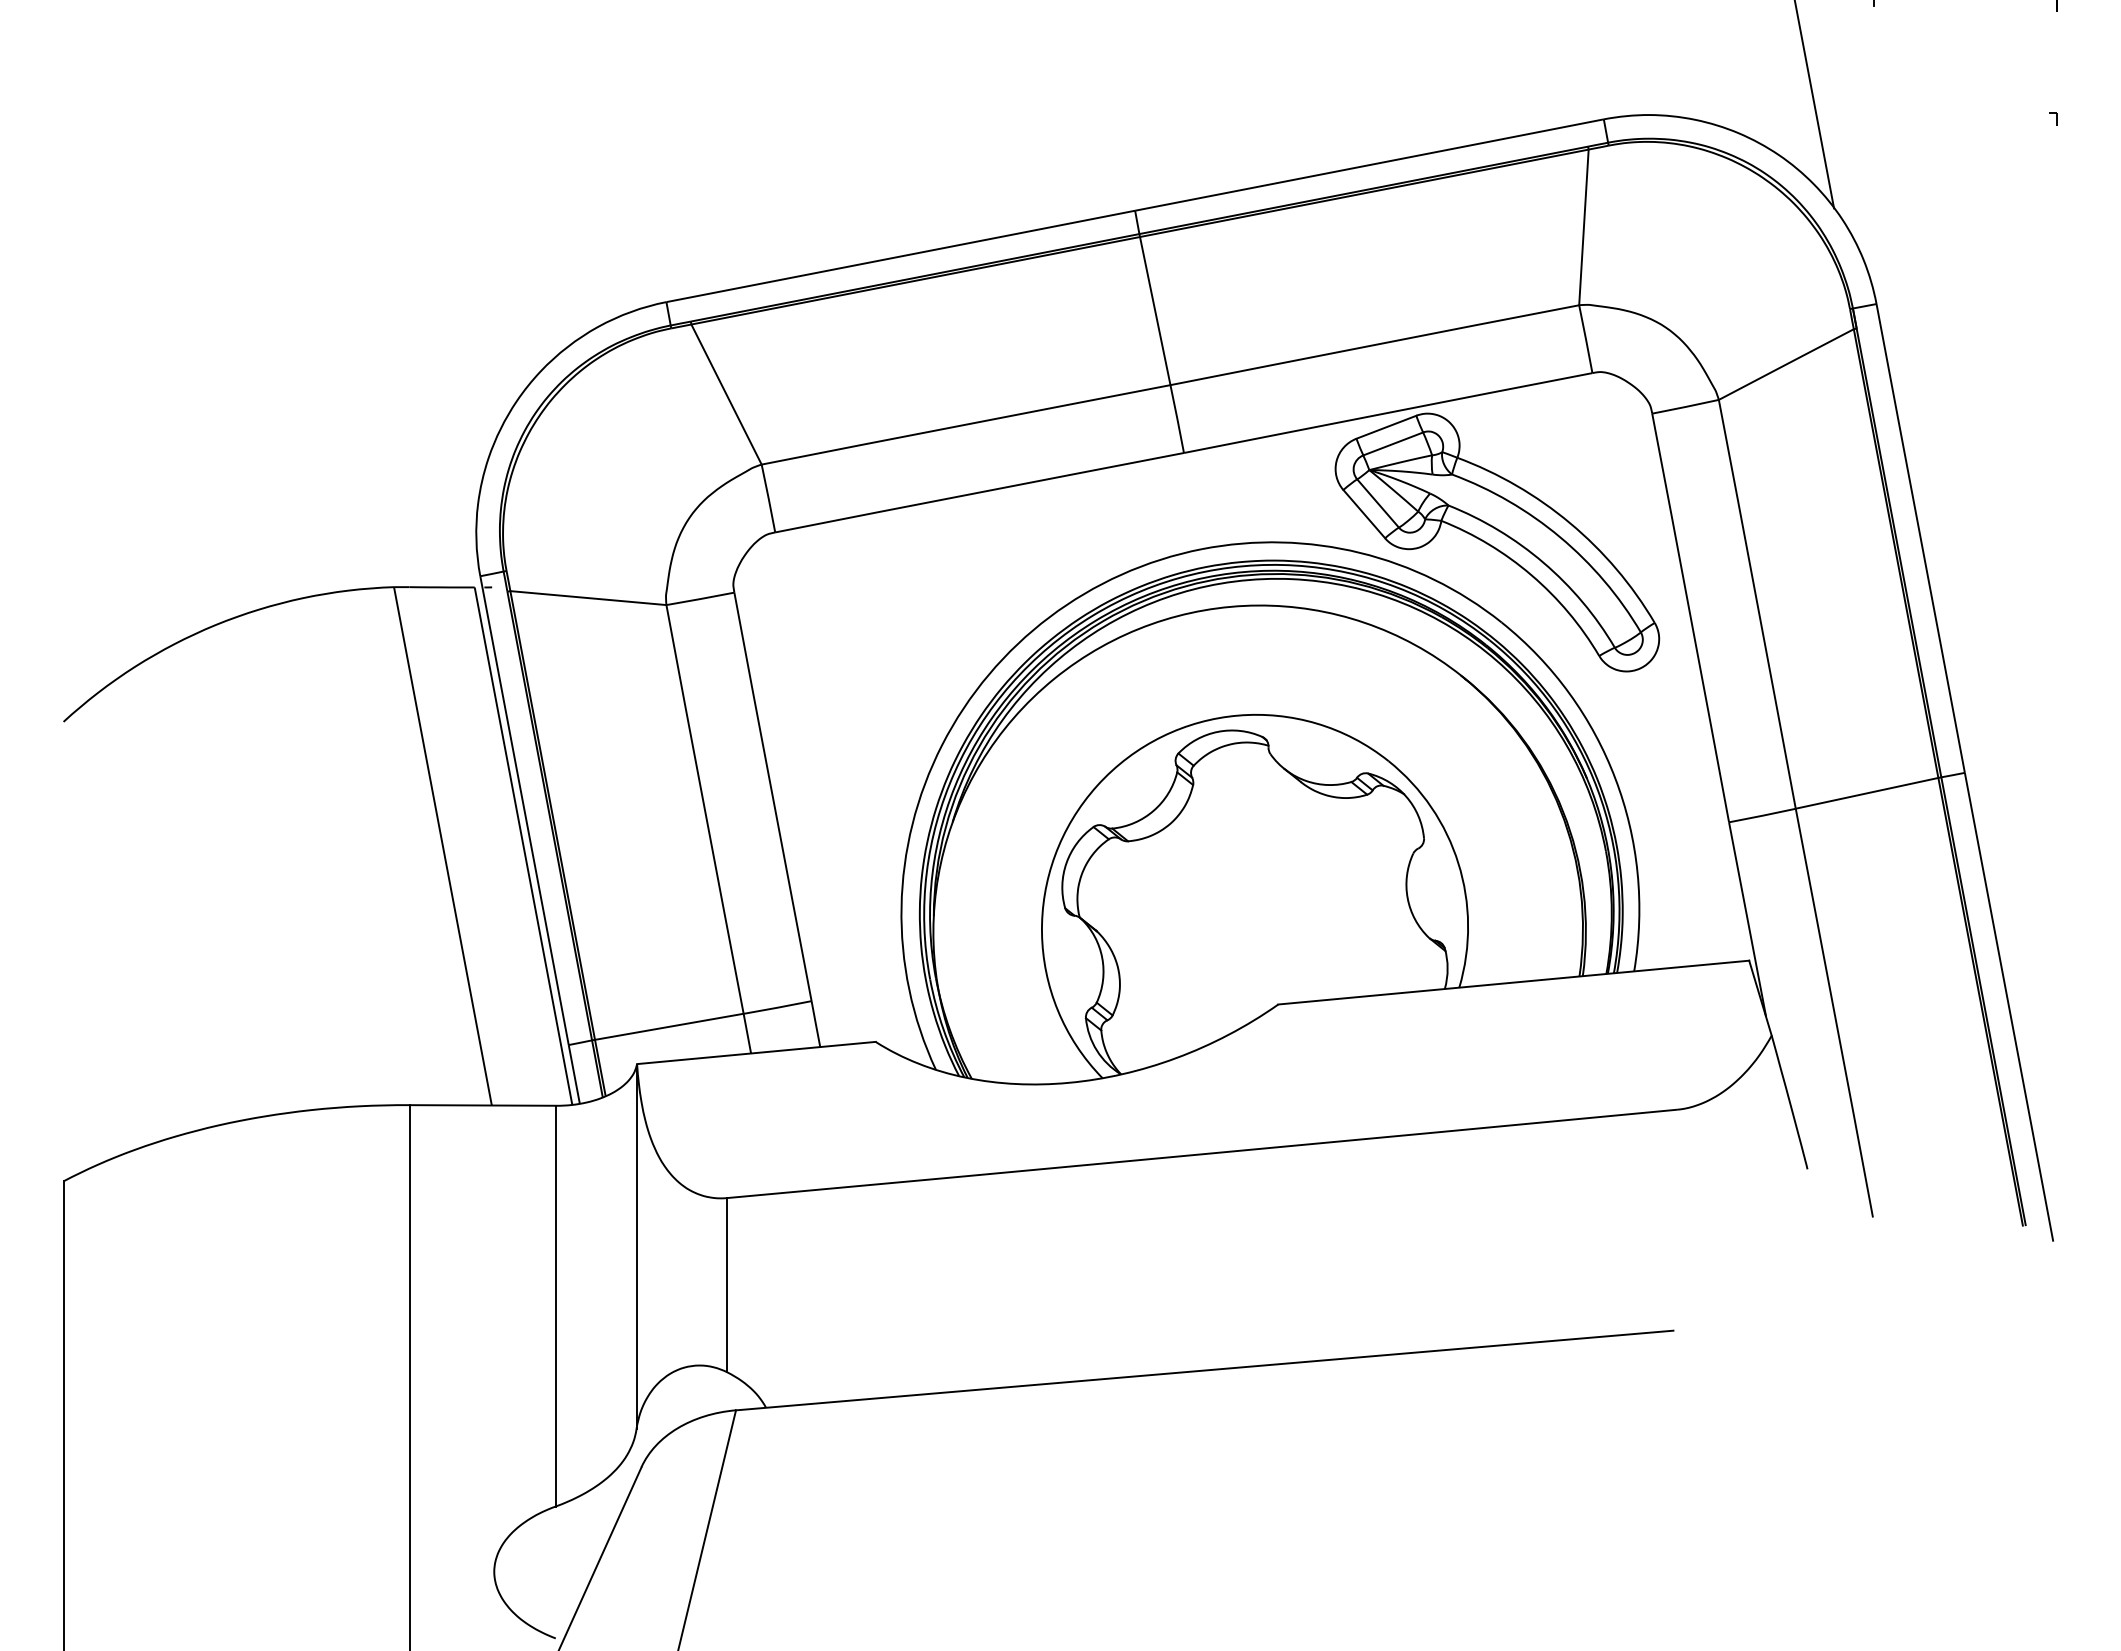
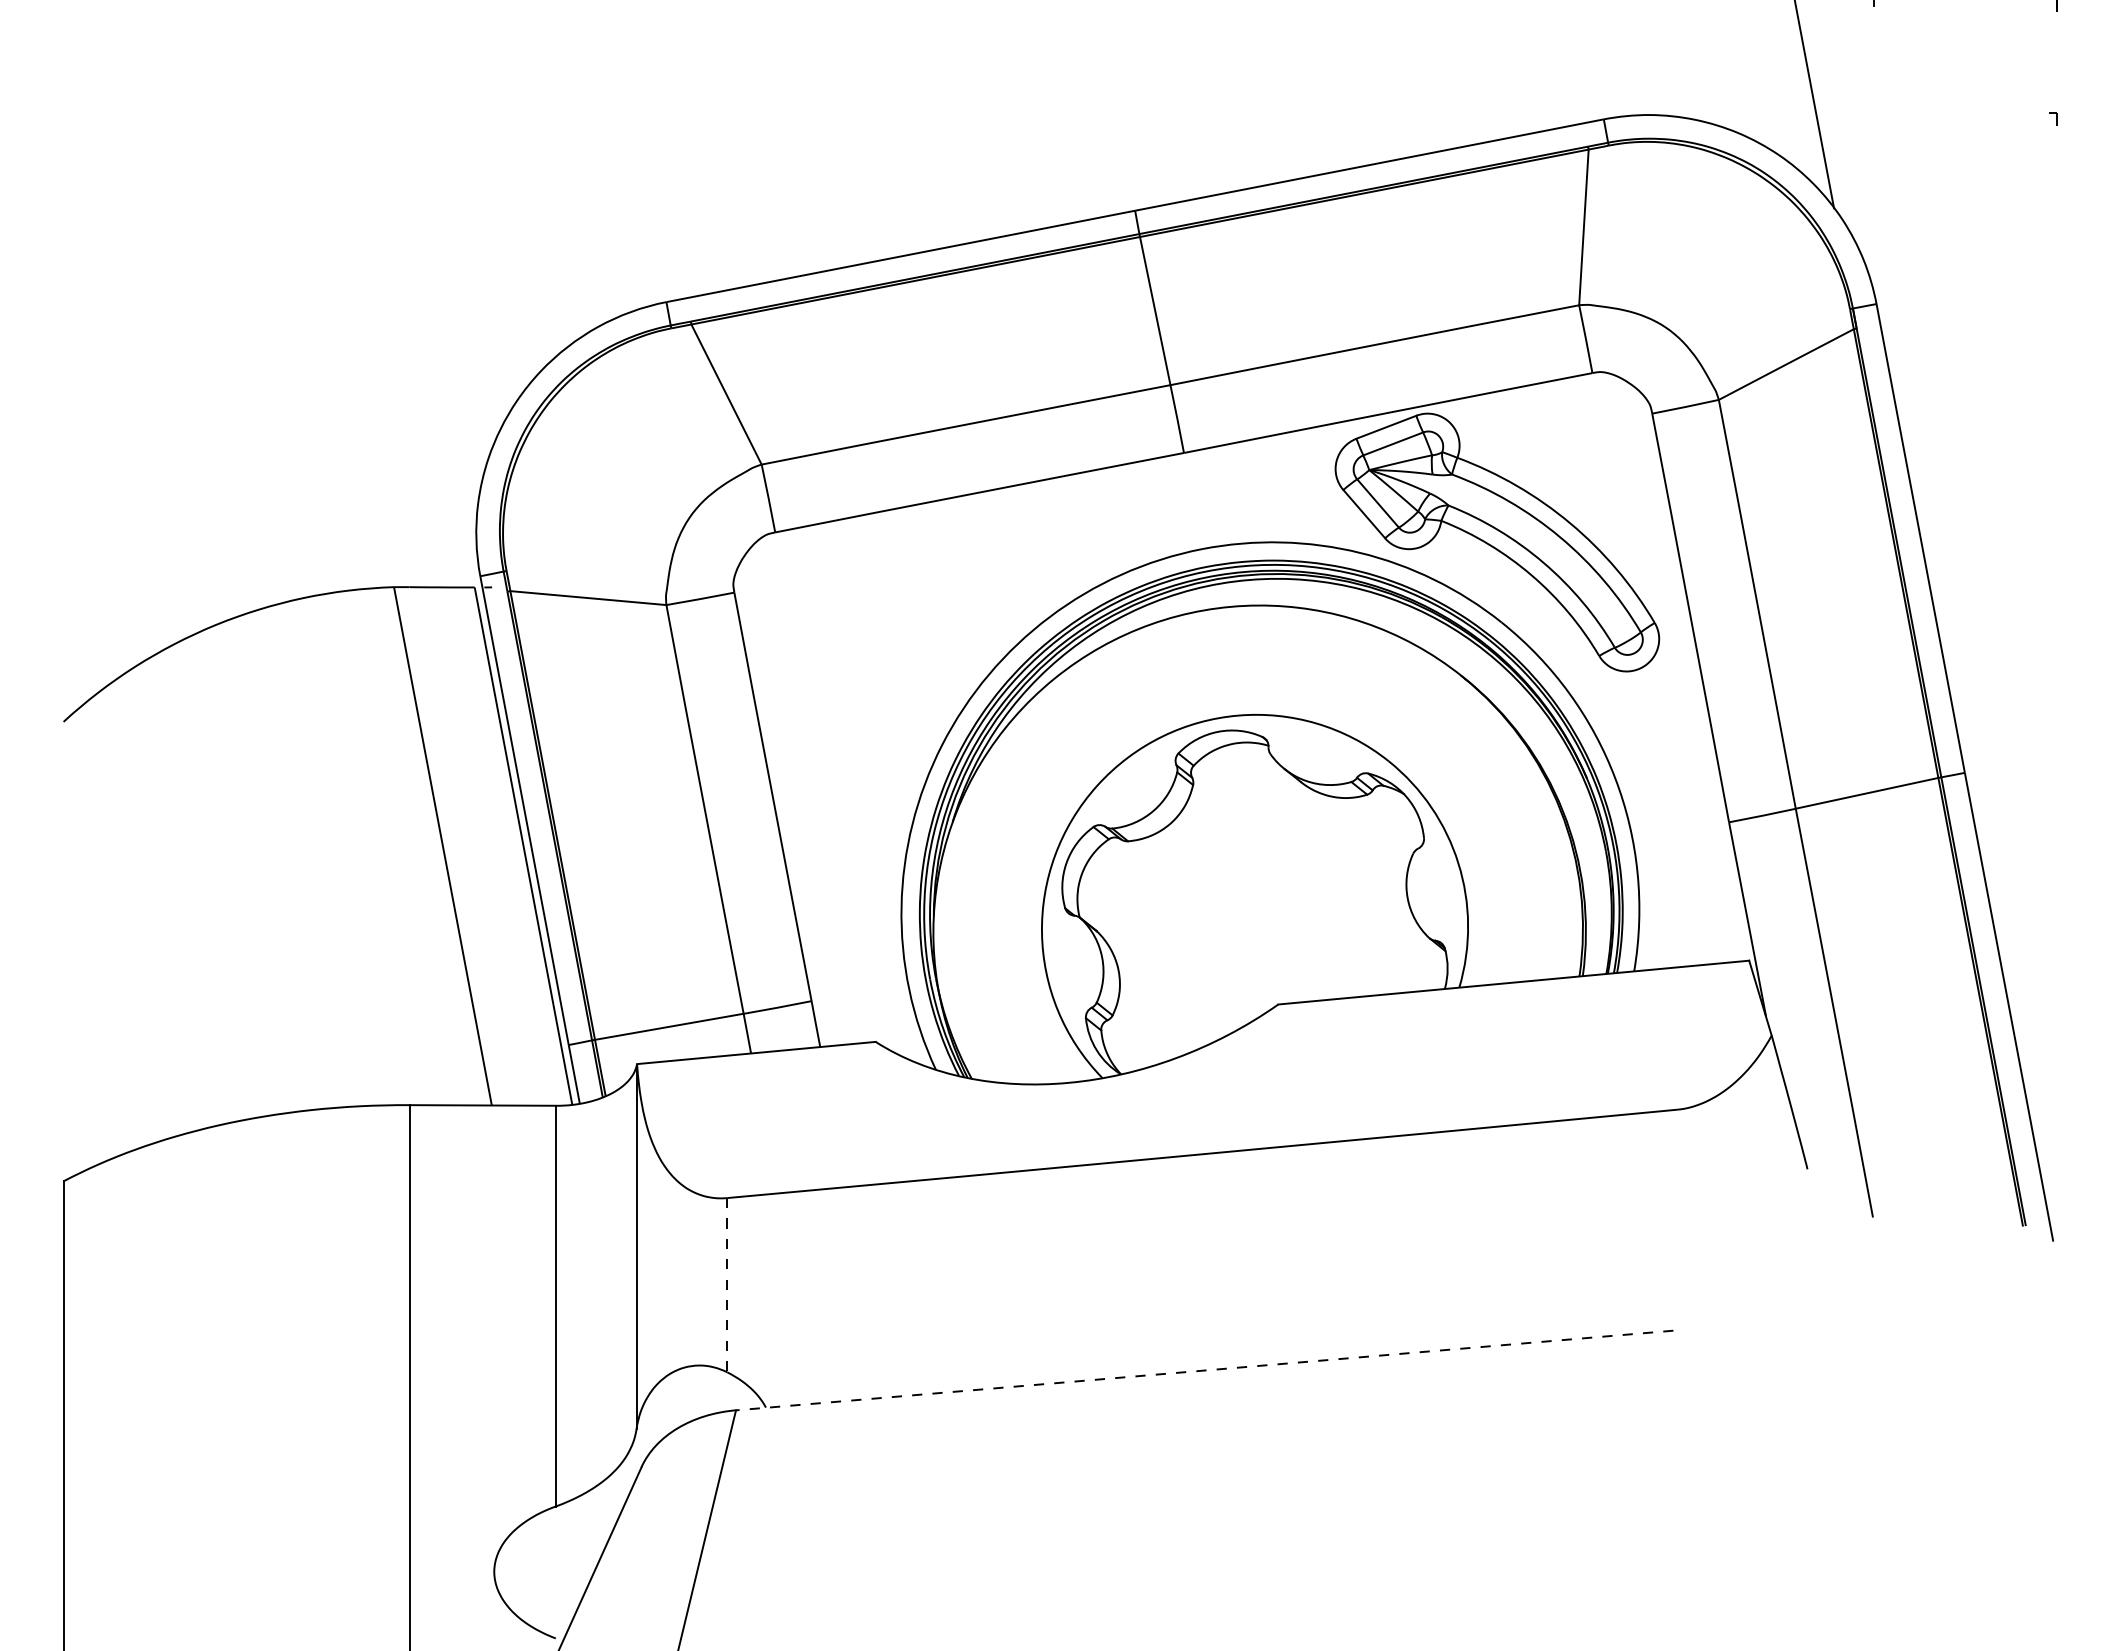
line at (727, 1285): solid -> dashed
line at (1204, 1370): solid -> dashed
